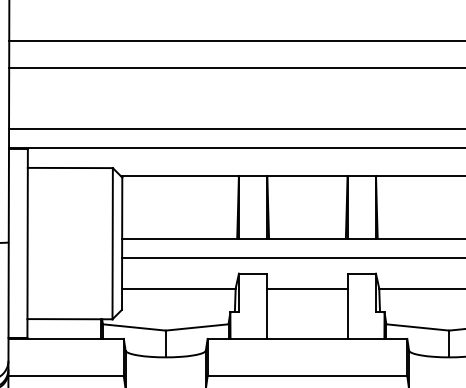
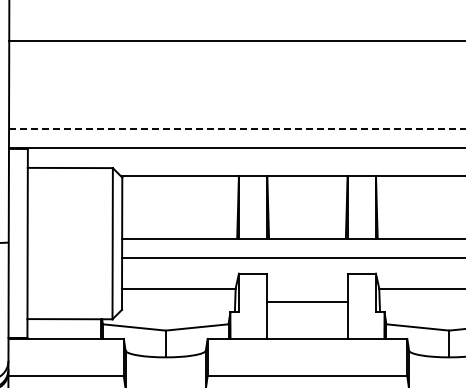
line at (235, 67): present -> none
line at (237, 129): solid -> dashed
line at (307, 288) position: (307, 288) -> (307, 301)
